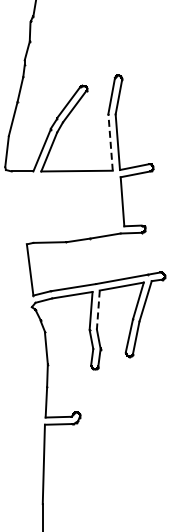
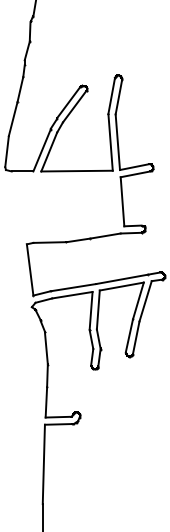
line at (110, 142): dashed -> solid
line at (98, 310): dashed -> solid
